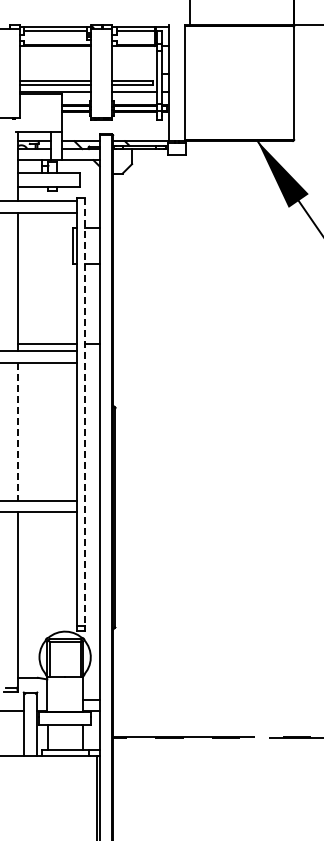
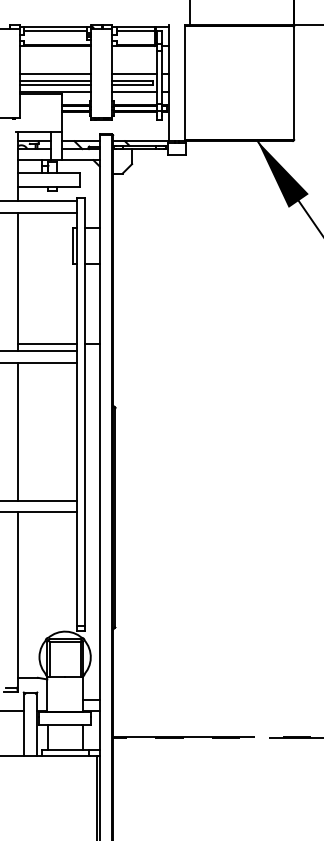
line at (55, 74): none -> present
line at (134, 74): none -> present
line at (85, 412): dashed -> solid
line at (17, 432): dashed -> solid
